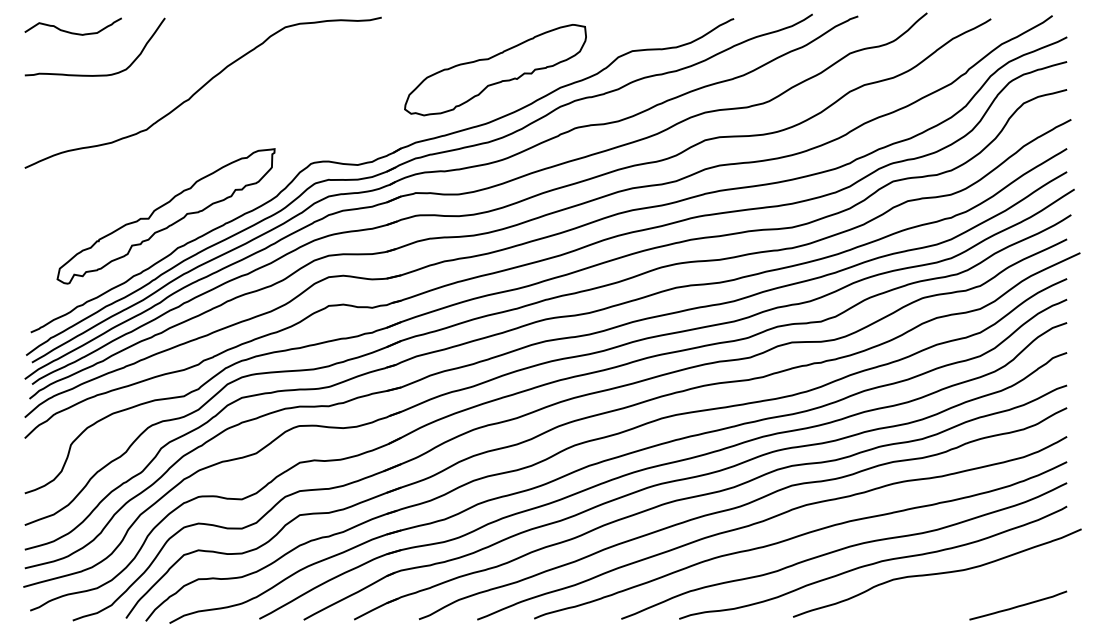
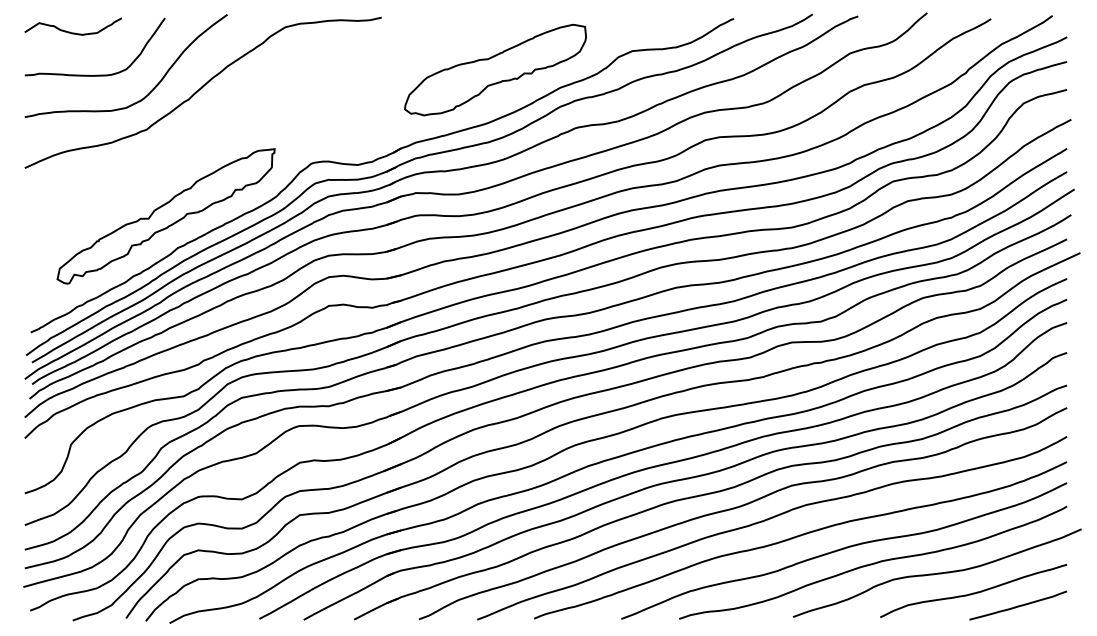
curve at (151, 89): none -> present
curve at (973, 592): none -> present
